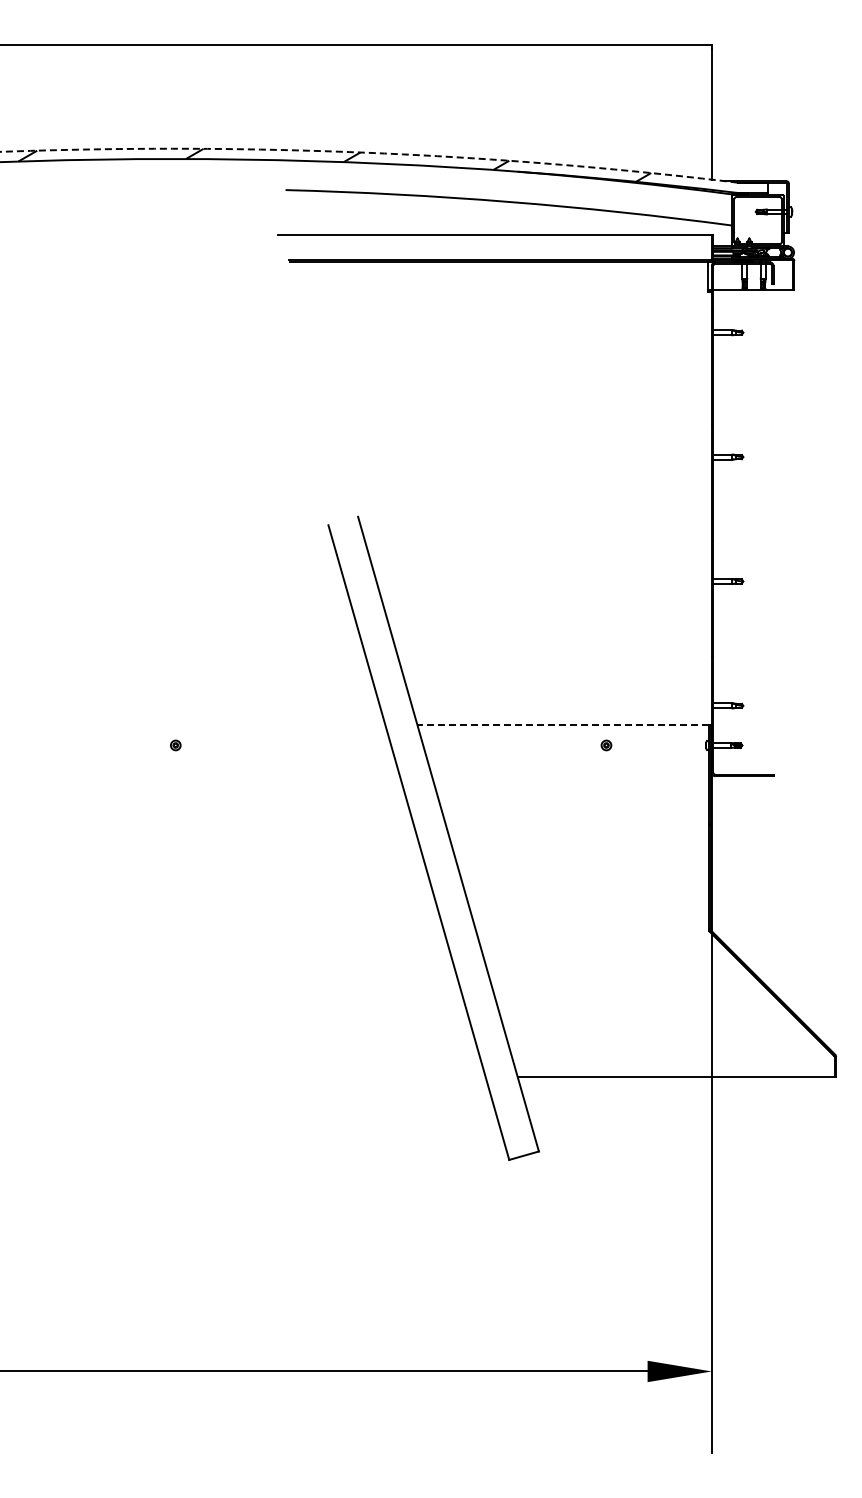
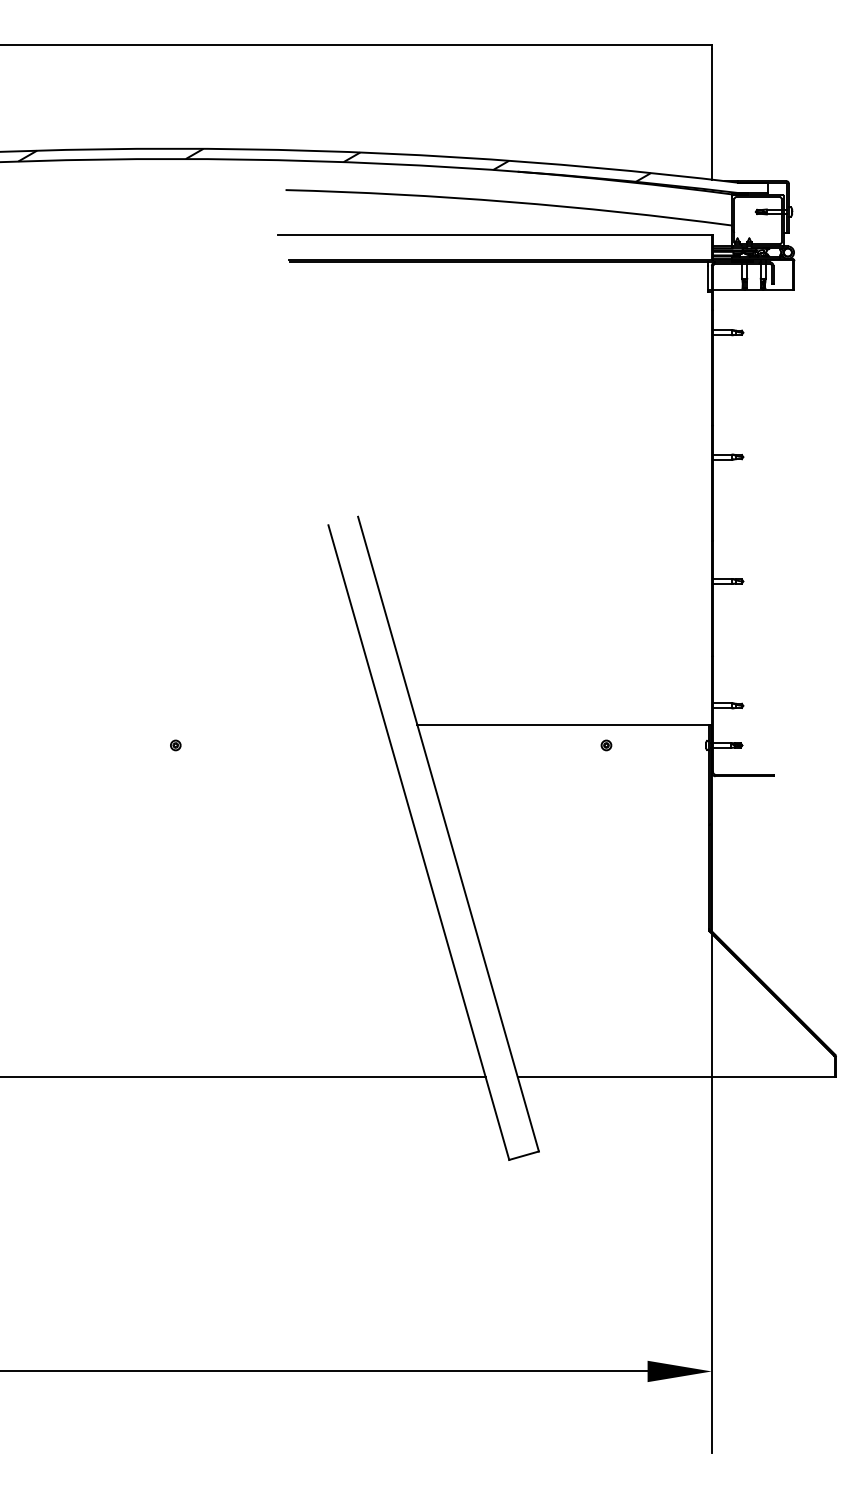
arc at (369, 152): dashed -> solid
line at (563, 724): dashed -> solid
line at (243, 1076): none -> present
